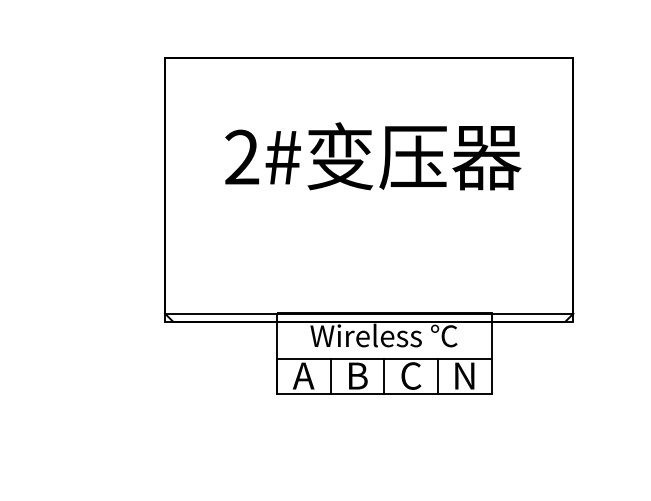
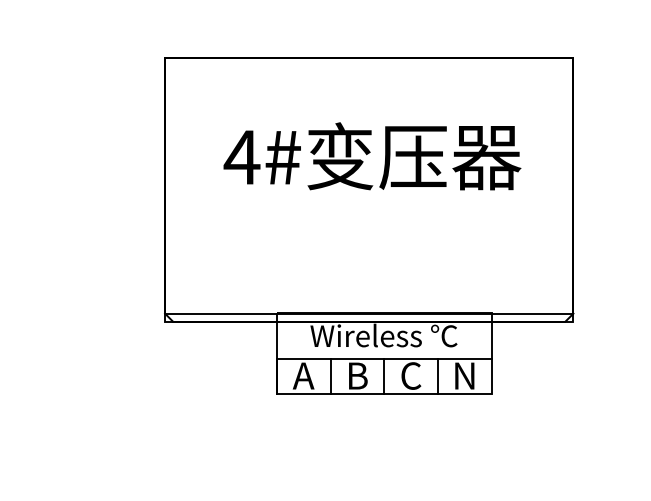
text at (241, 156): 2# -> 4#
